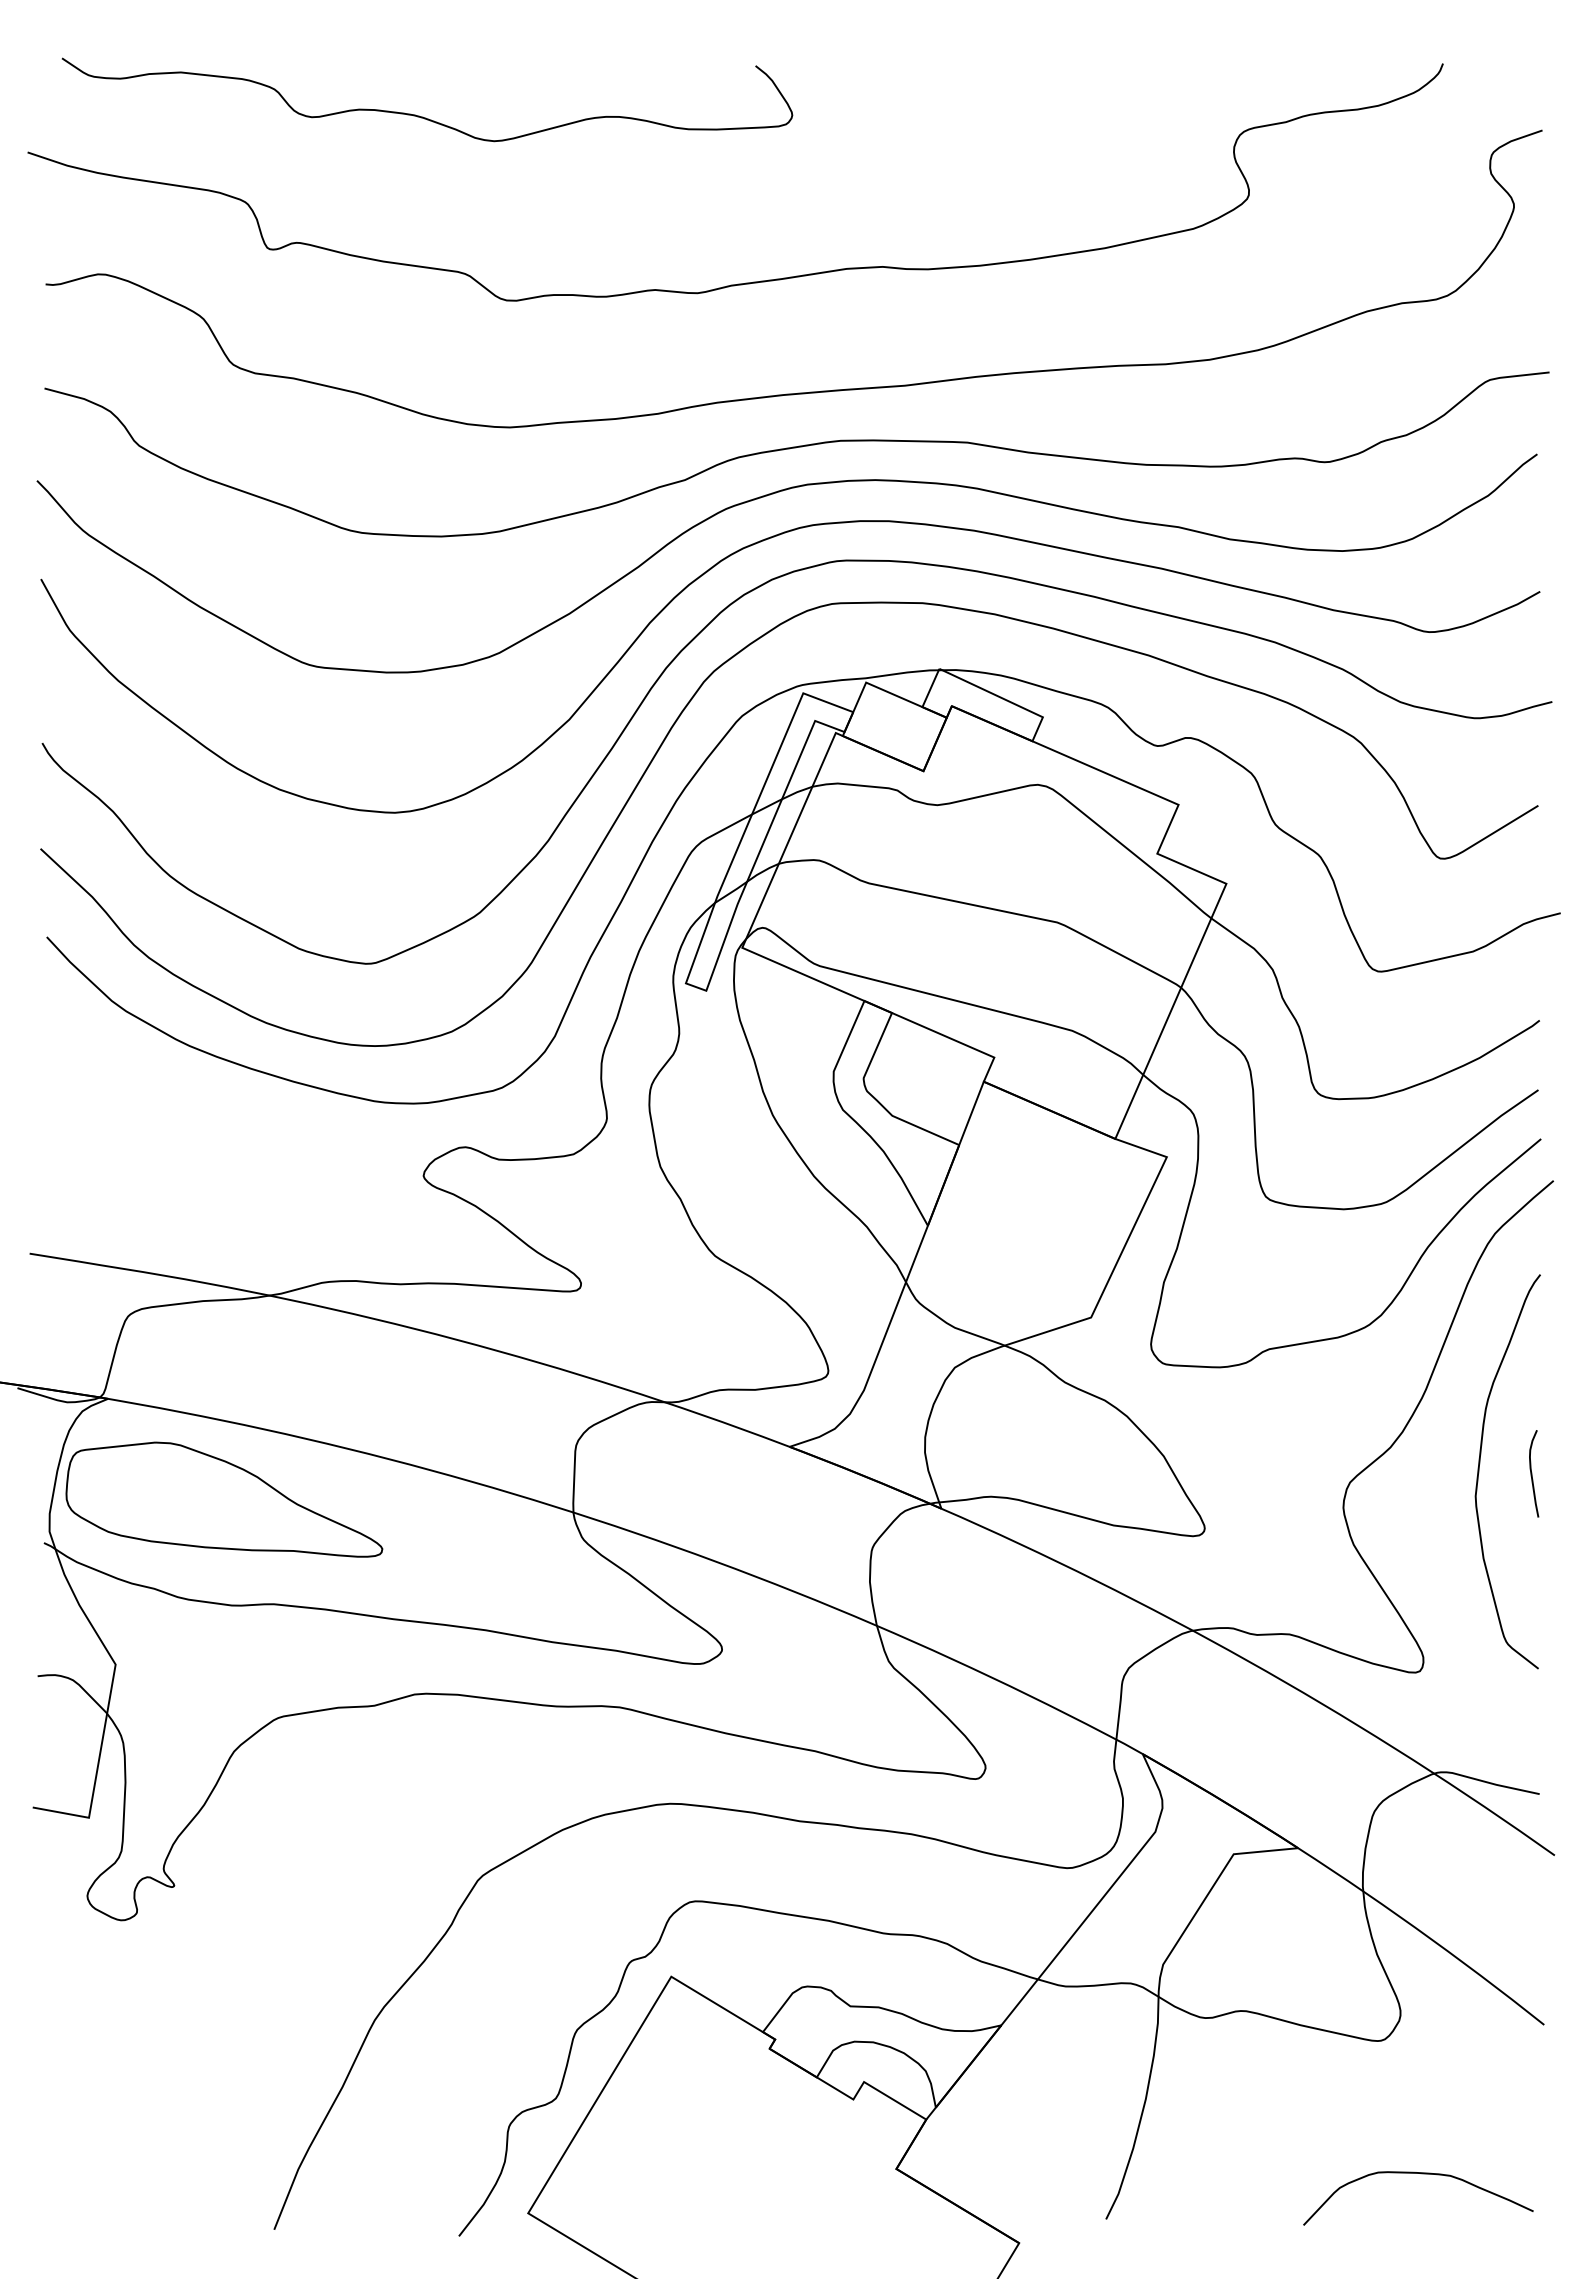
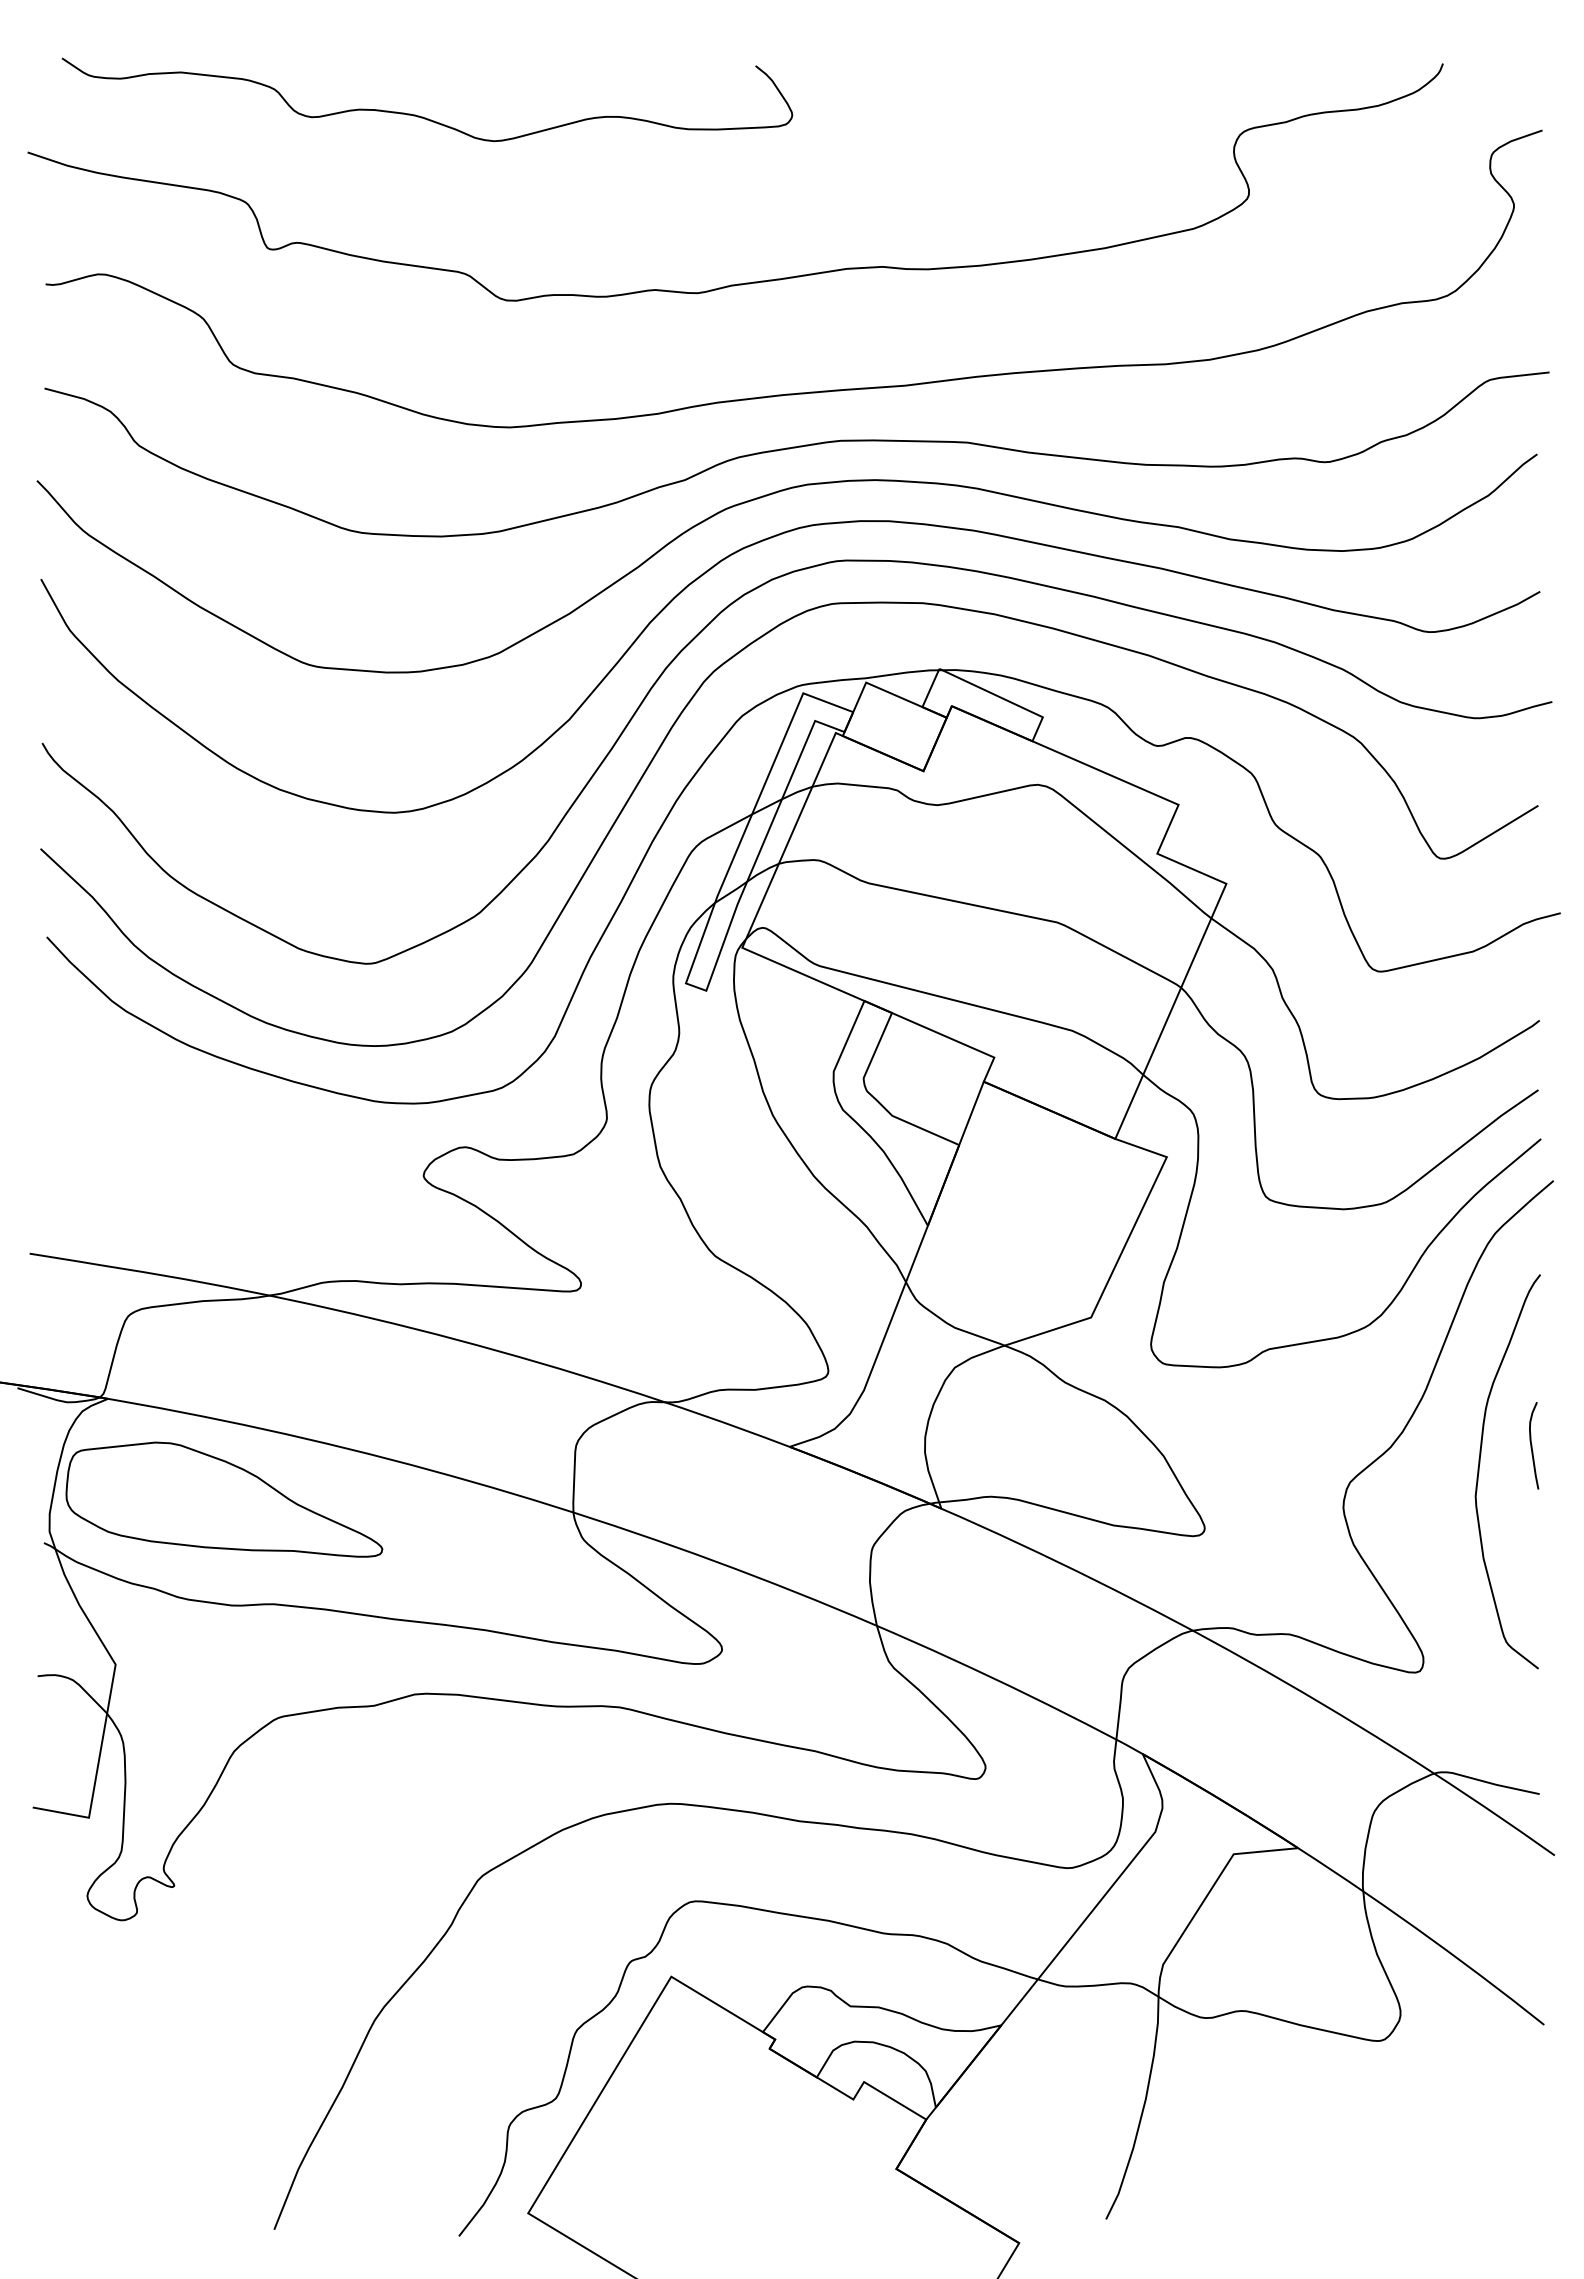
curve at (1532, 1473) position: (1532, 1473) -> (1532, 1445)
curve at (1421, 2174): present -> none
